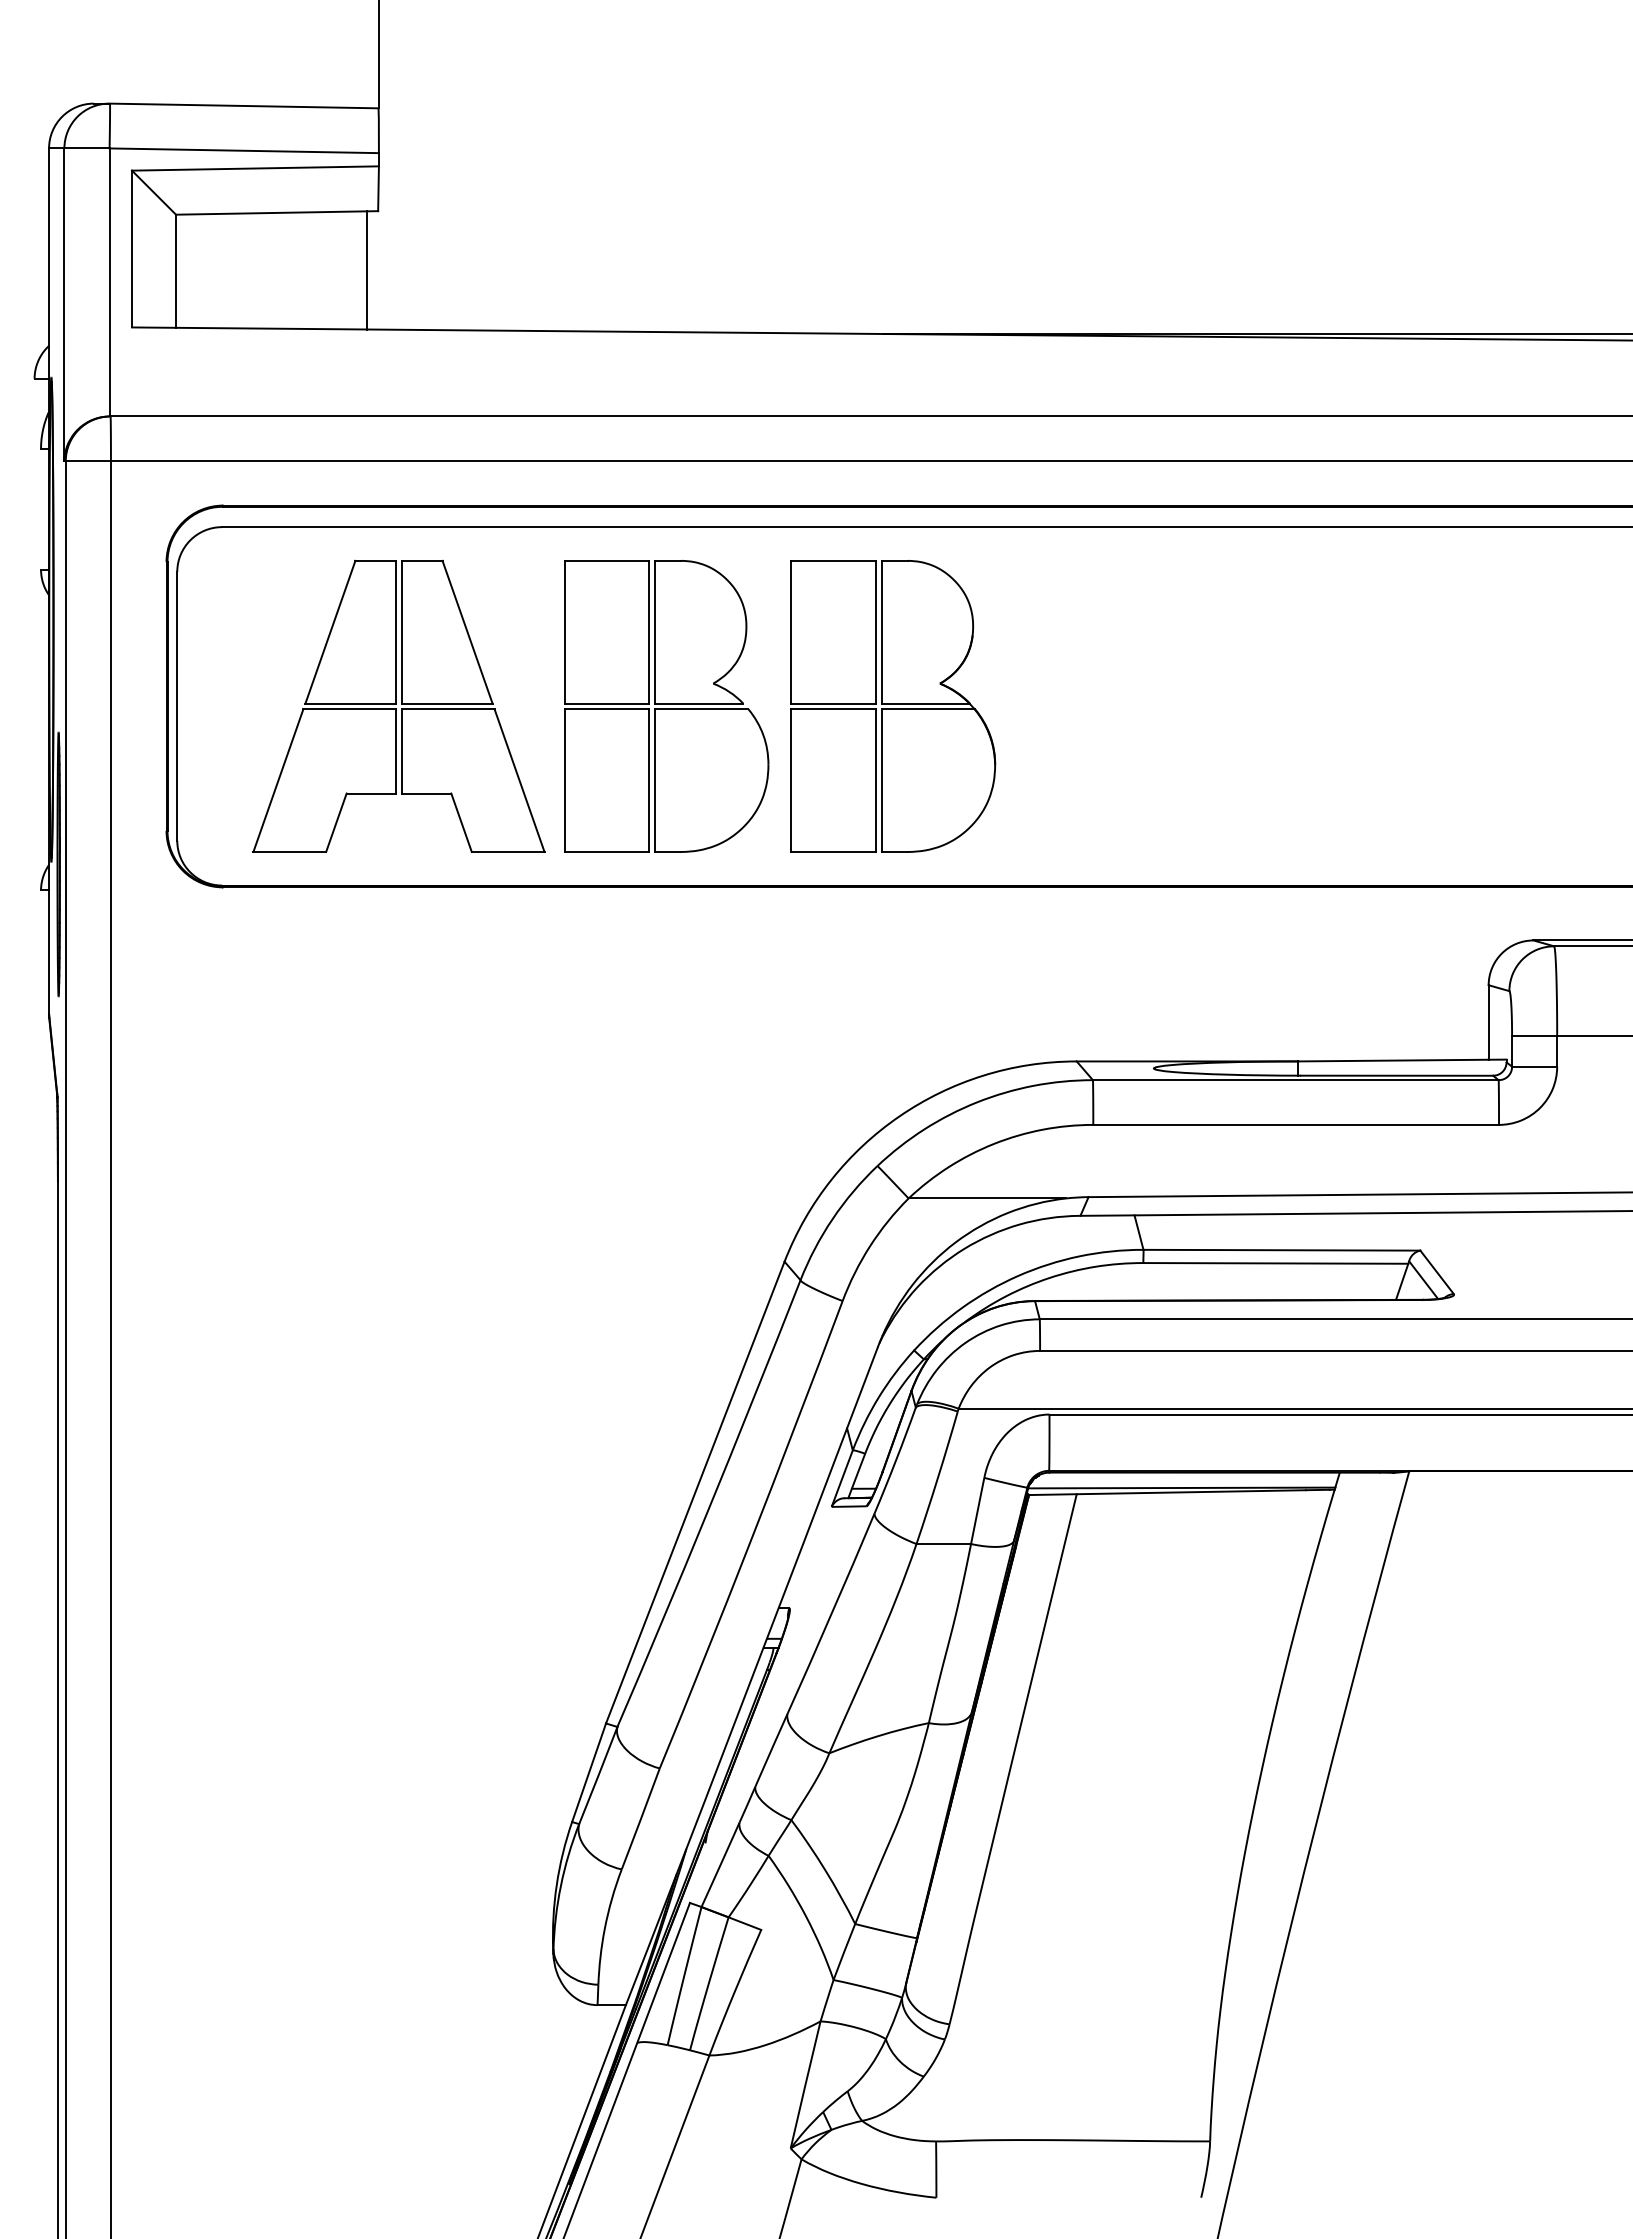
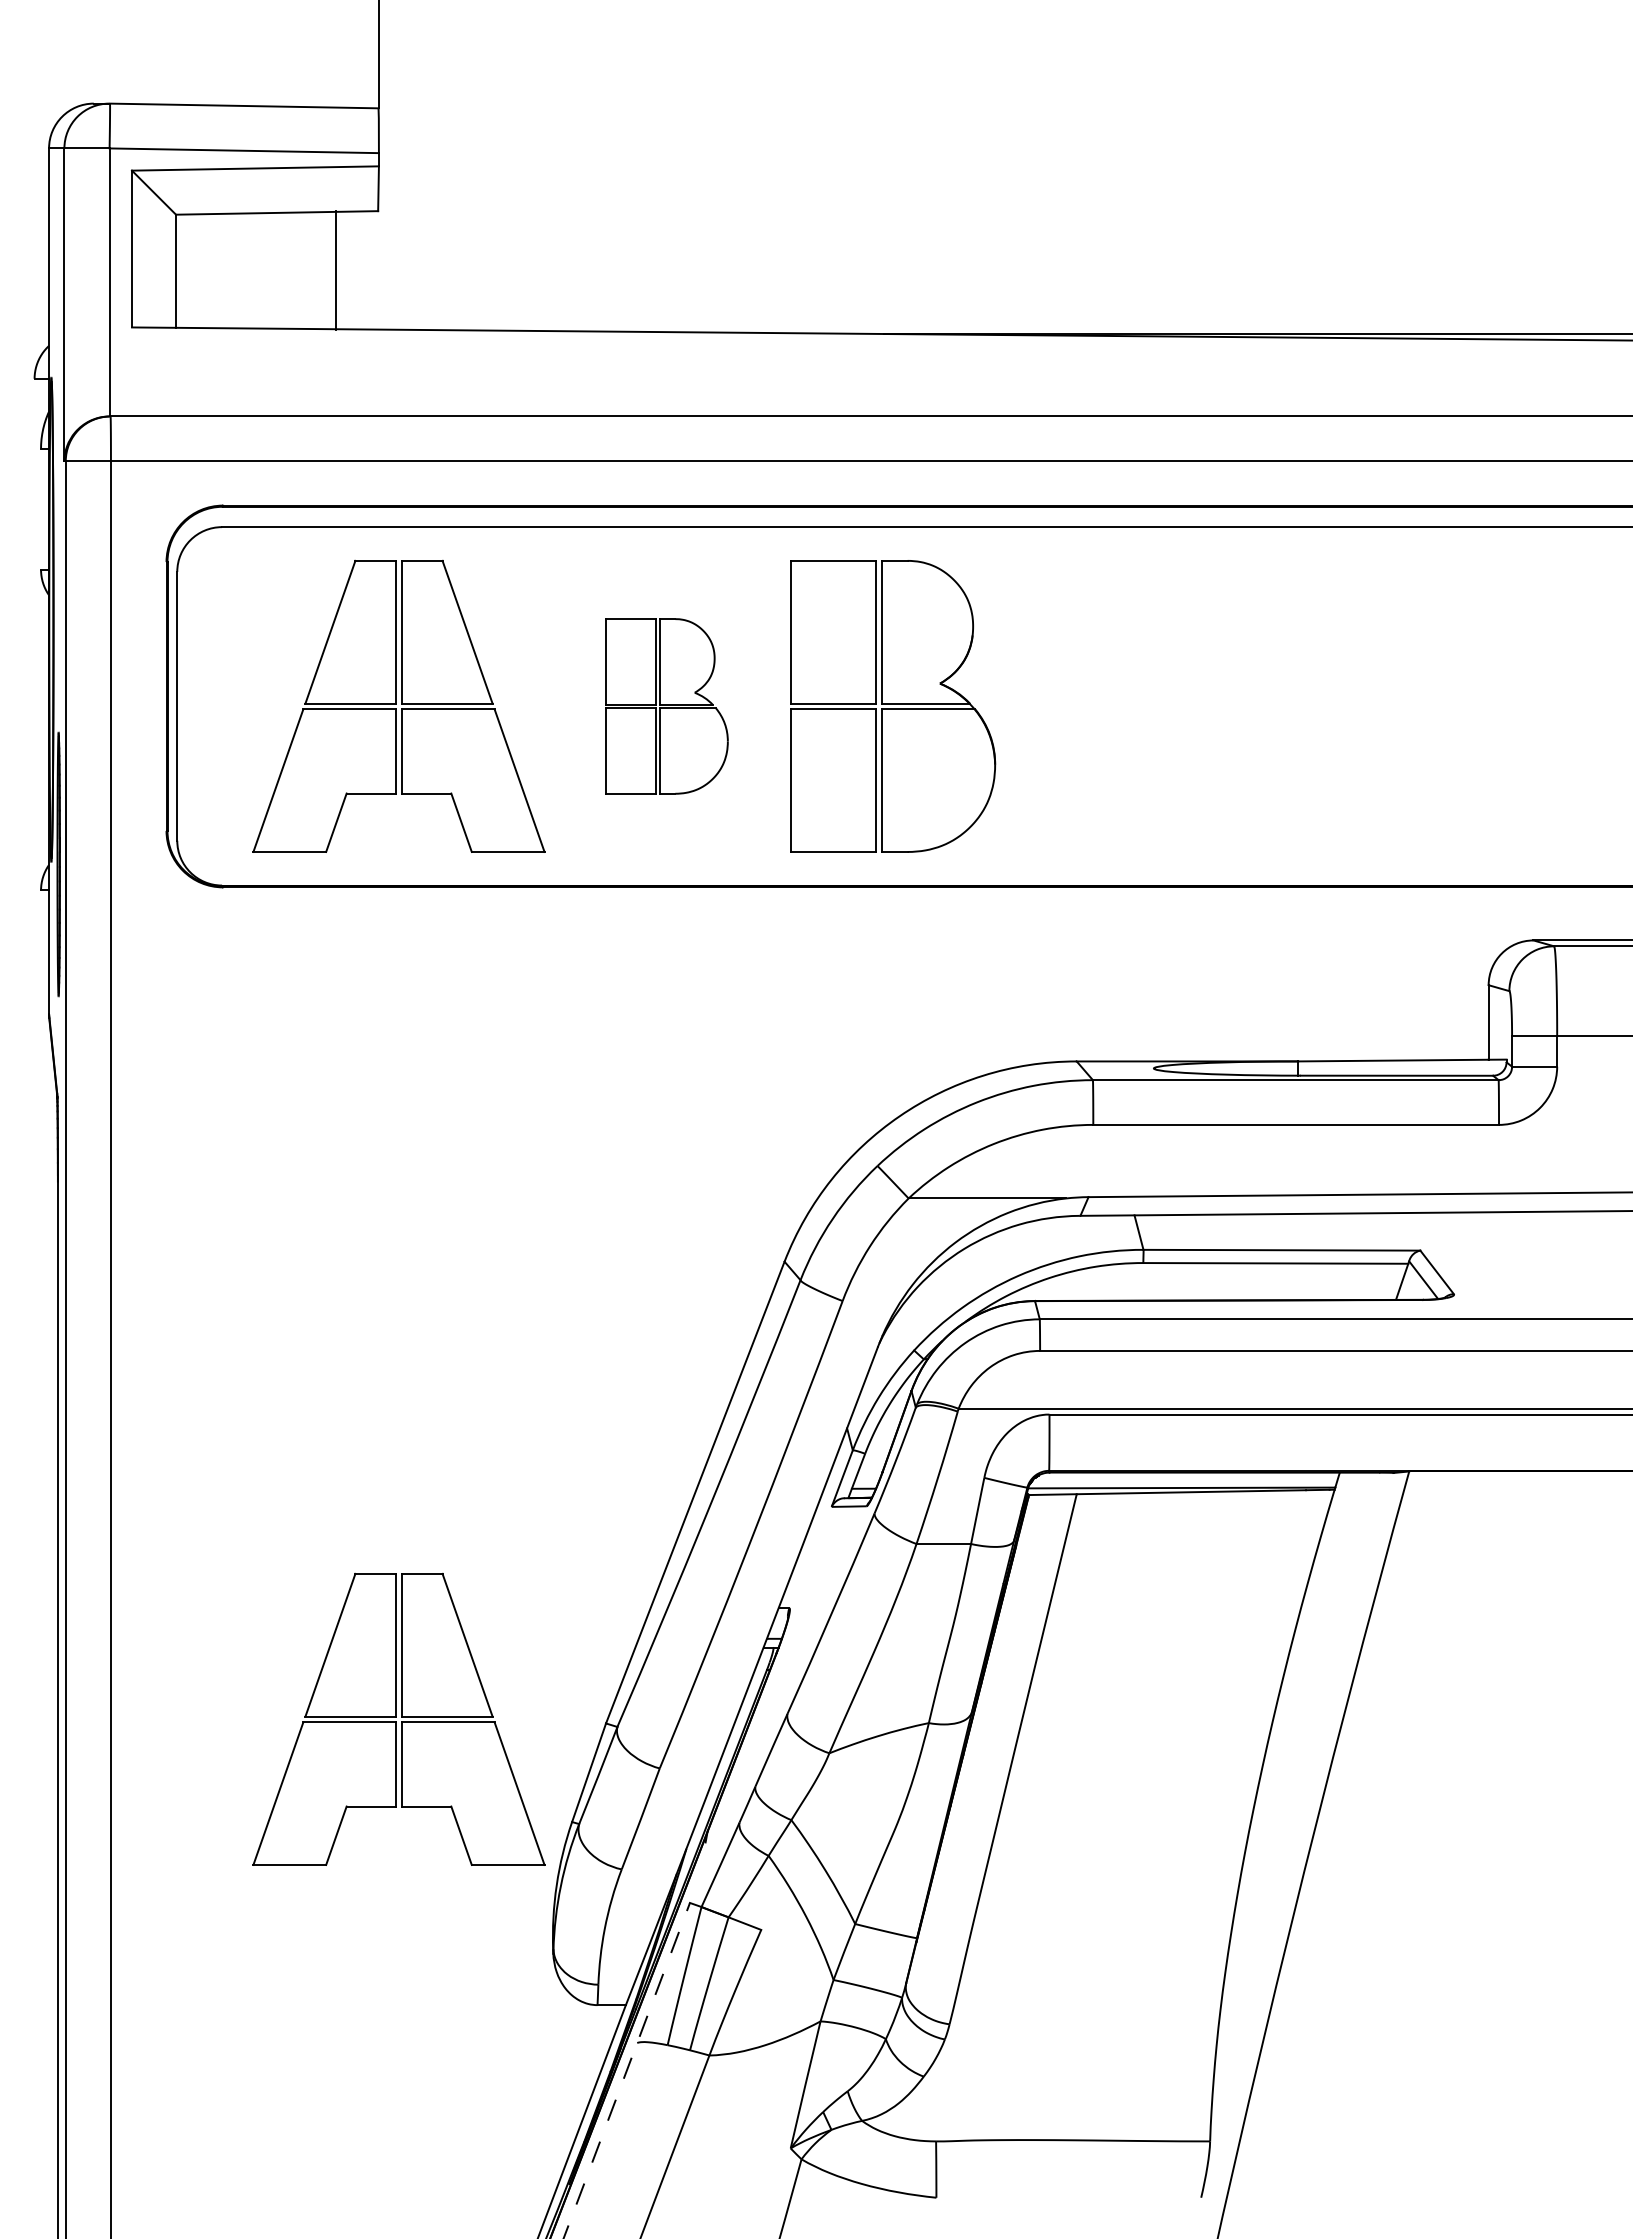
line at (366, 270) position: (366, 270) -> (335, 270)
part at (666, 706) size: 206x293 px -> 124x177 px
part at (398, 1718): none -> present
line at (627, 2070): solid -> dashed
